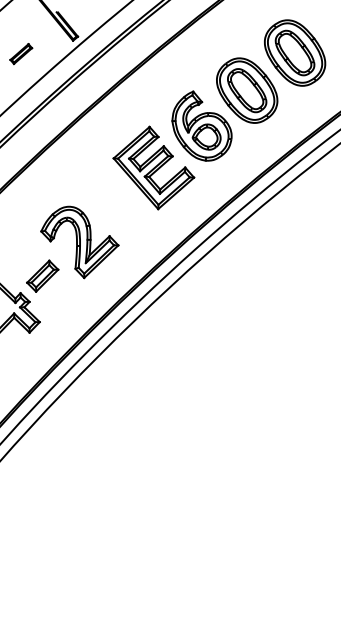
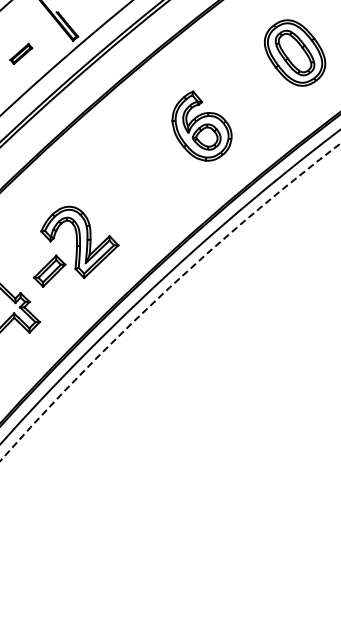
part at (247, 90): present -> none
part at (153, 167): present -> none
part at (42, 275) position: (42, 275) -> (49, 270)
arc at (163, 293): solid -> dashed
